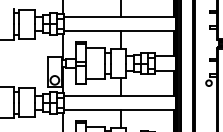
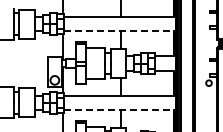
line at (119, 31): solid -> dashed
line at (119, 110): solid -> dashed
